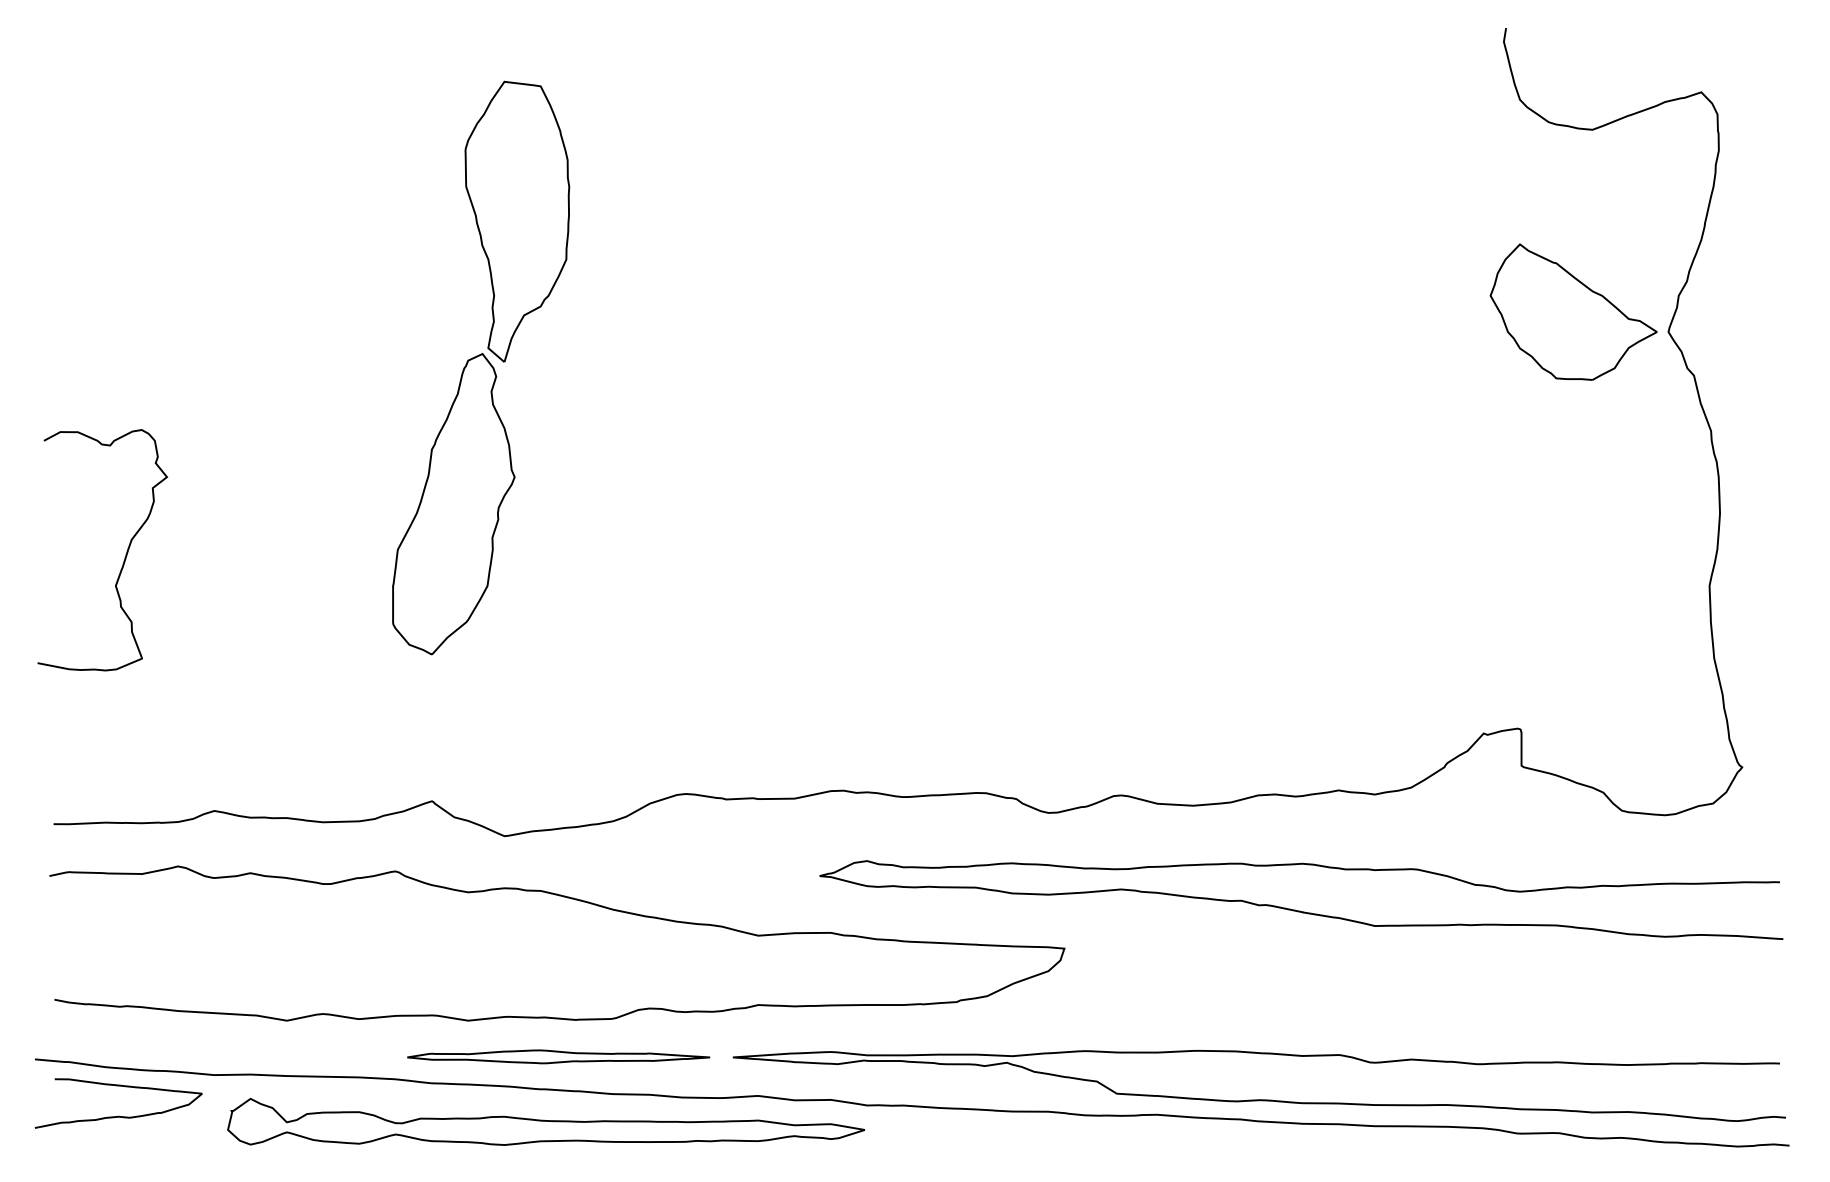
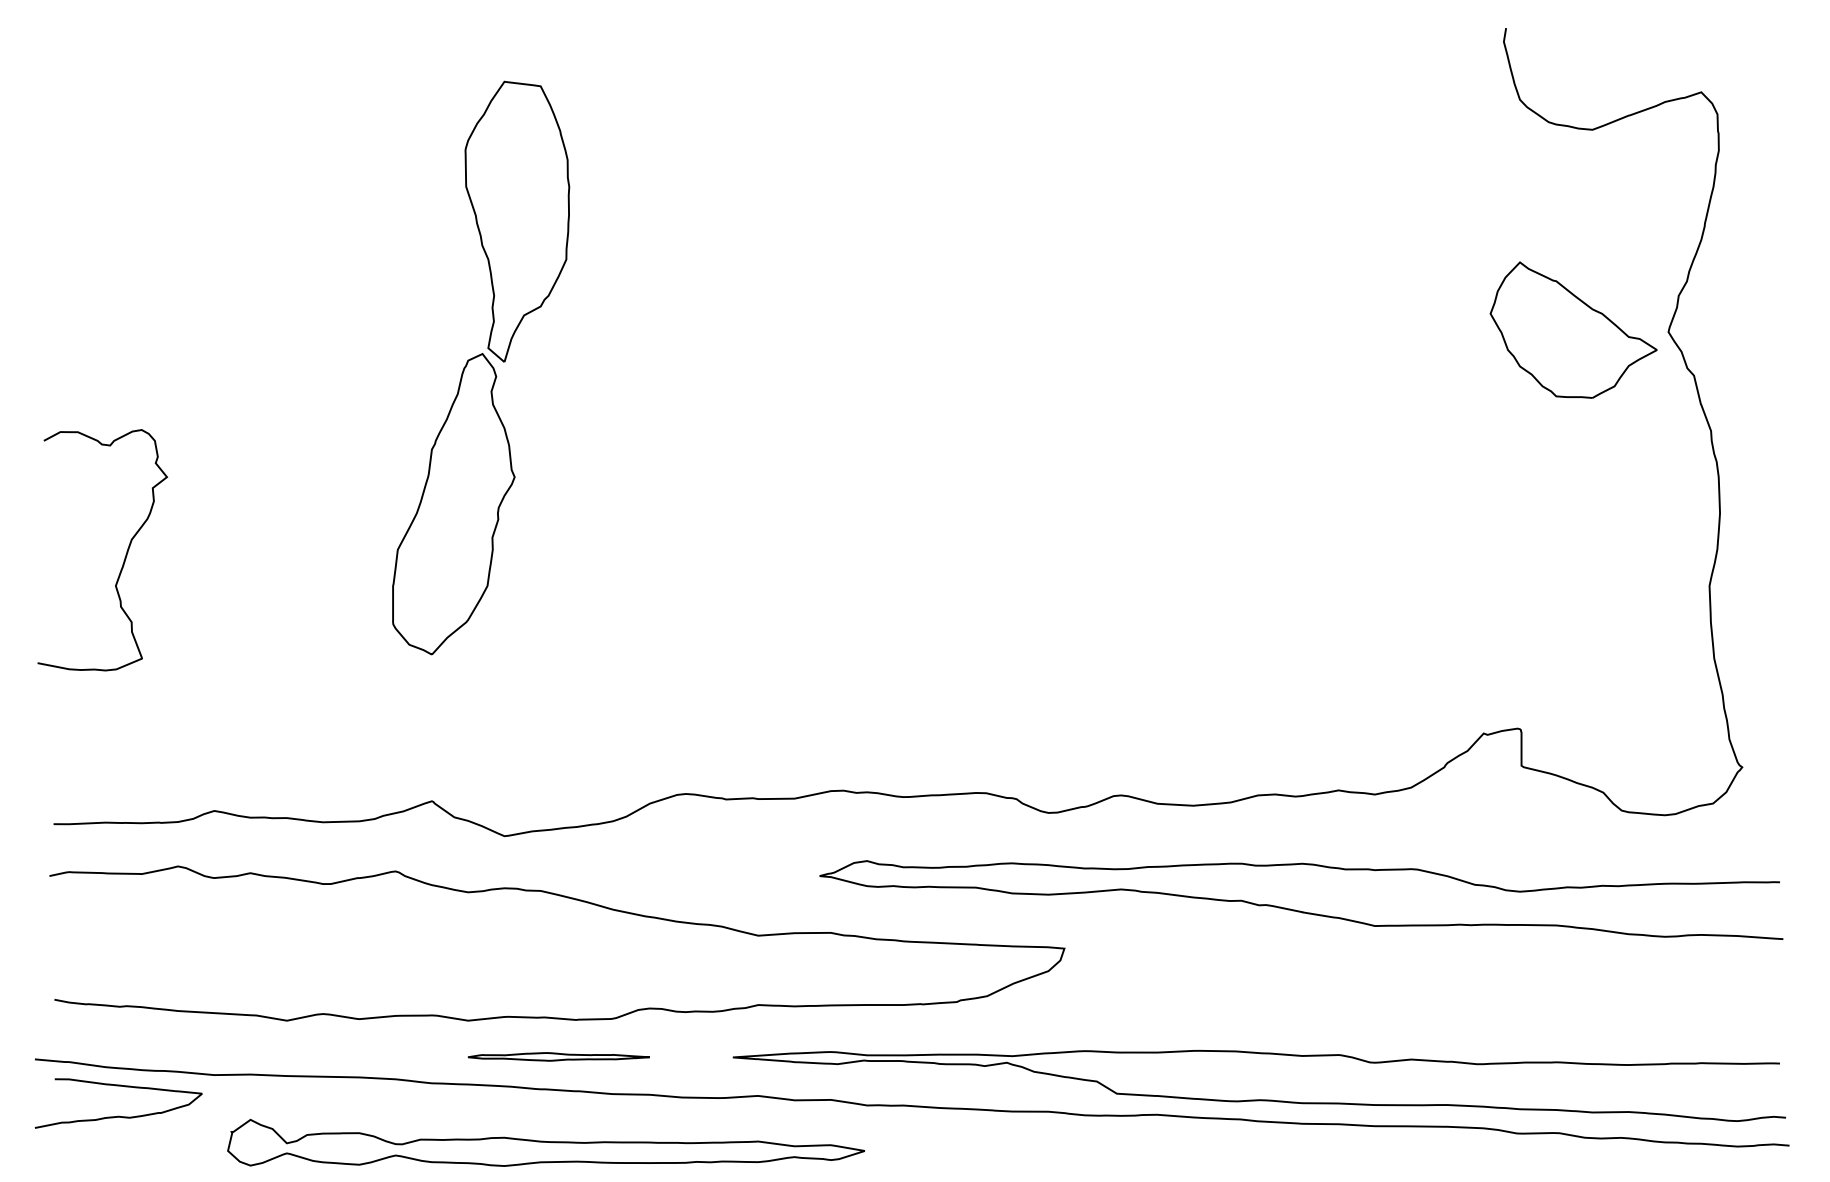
part at (1573, 311) position: (1573, 311) -> (1573, 329)
part at (558, 1056) size: 304x16 px -> 183x10 px
part at (545, 1121) position: (545, 1121) -> (545, 1142)
